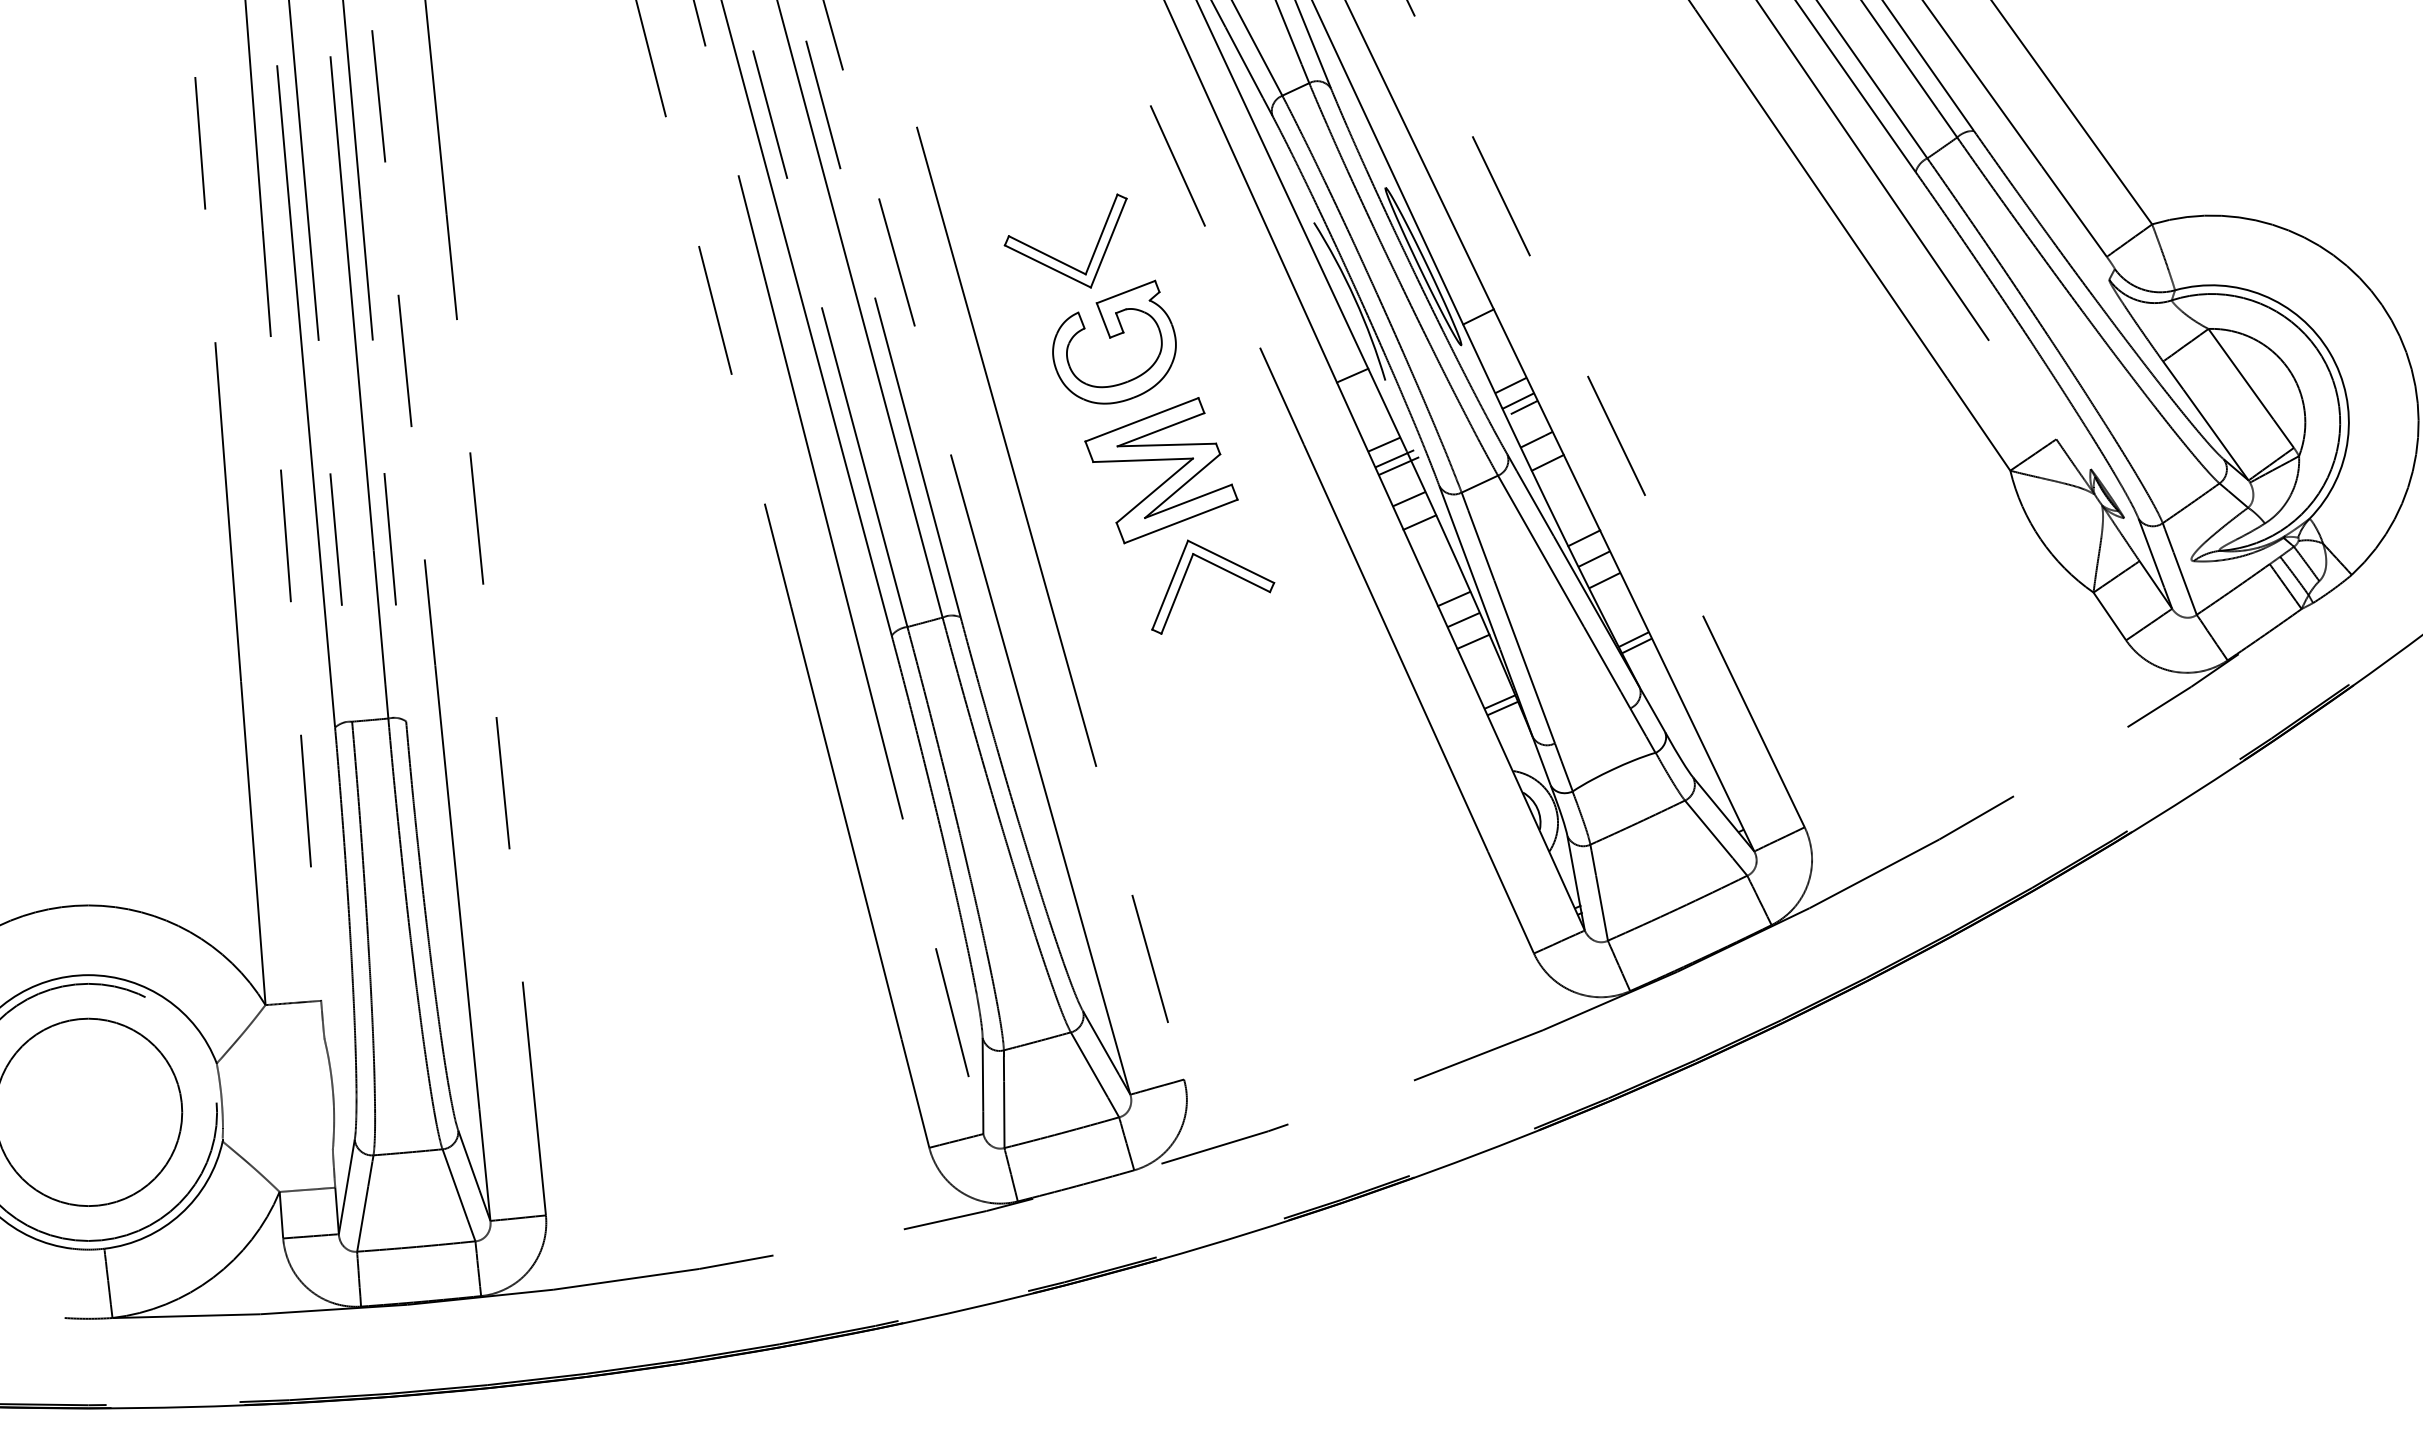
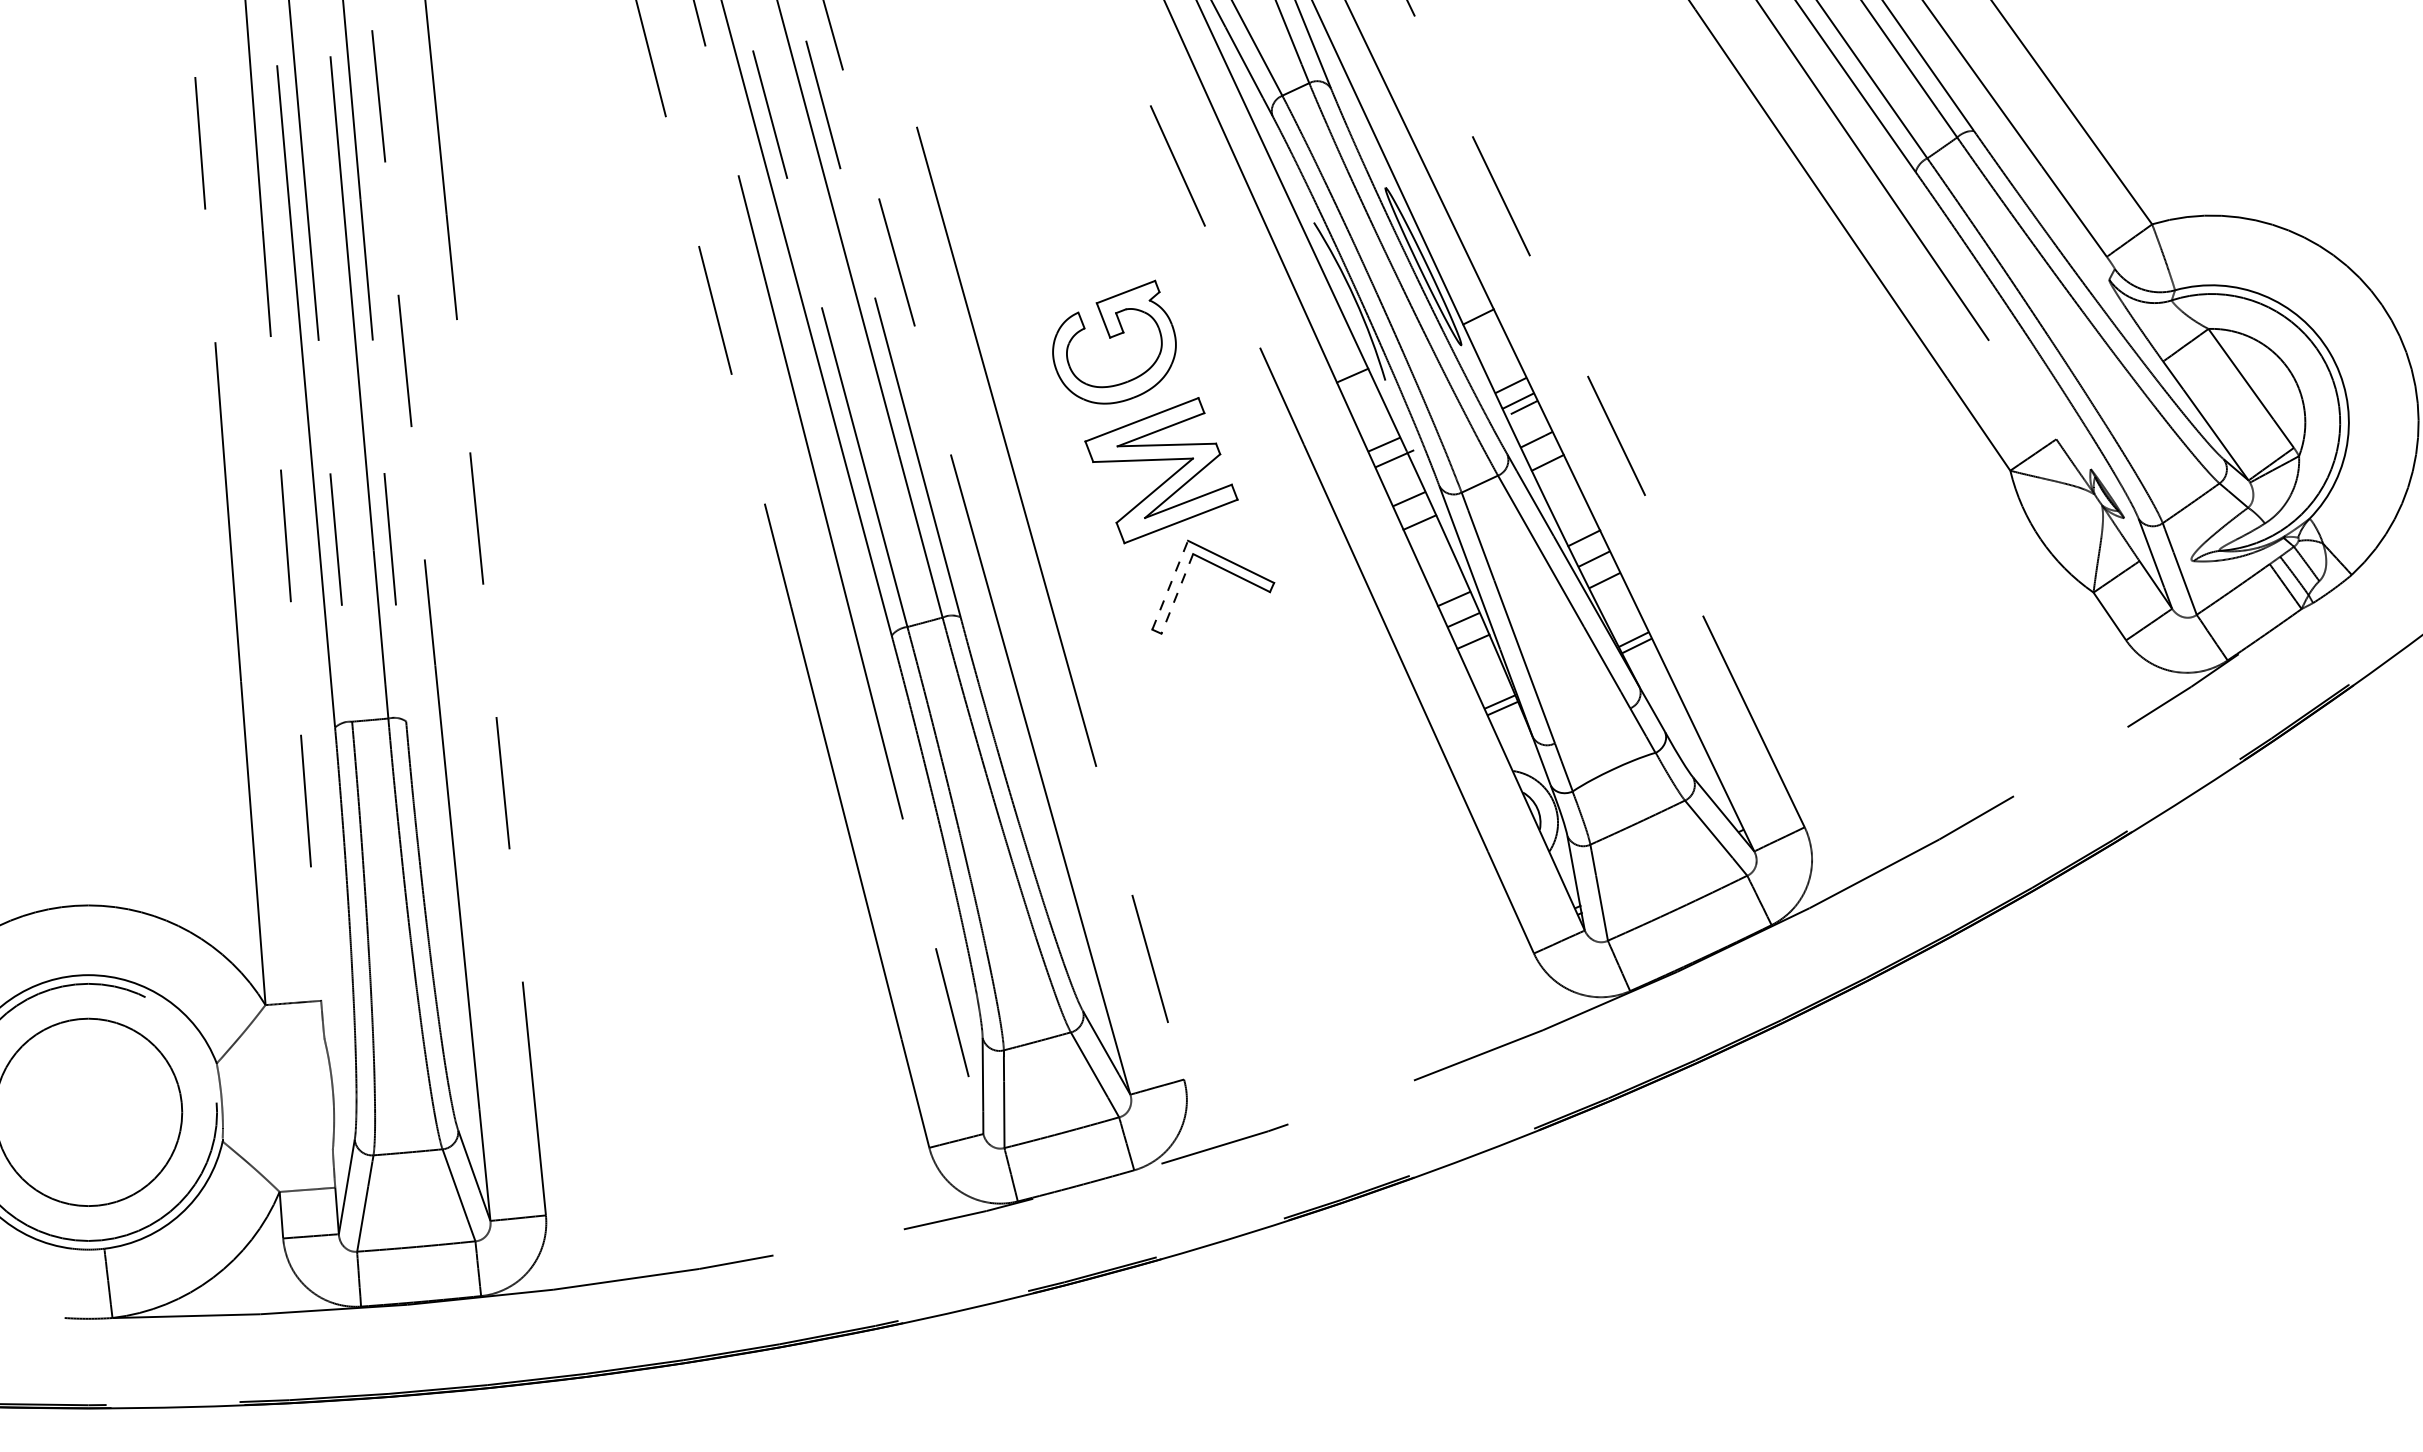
part at (1056, 258): present -> none
line at (1398, 466): present -> none
line at (1170, 585): solid -> dashed
line at (1177, 593): solid -> dashed
